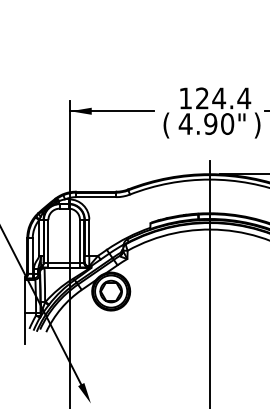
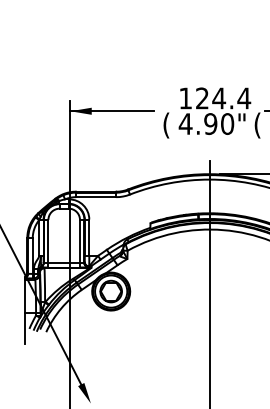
text at (257, 125): ) -> (
